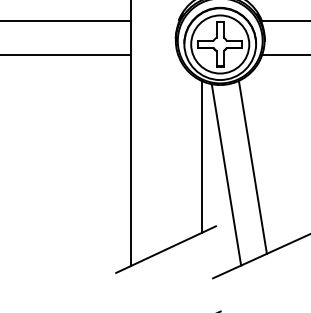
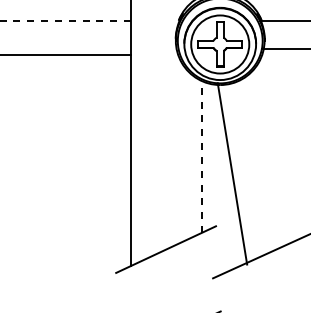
line at (65, 20): solid -> dashed
line at (284, 54) position: (284, 54) -> (284, 48)
line at (201, 156): solid -> dashed
line at (252, 166): present -> none
line at (226, 174) position: (226, 174) -> (232, 173)
